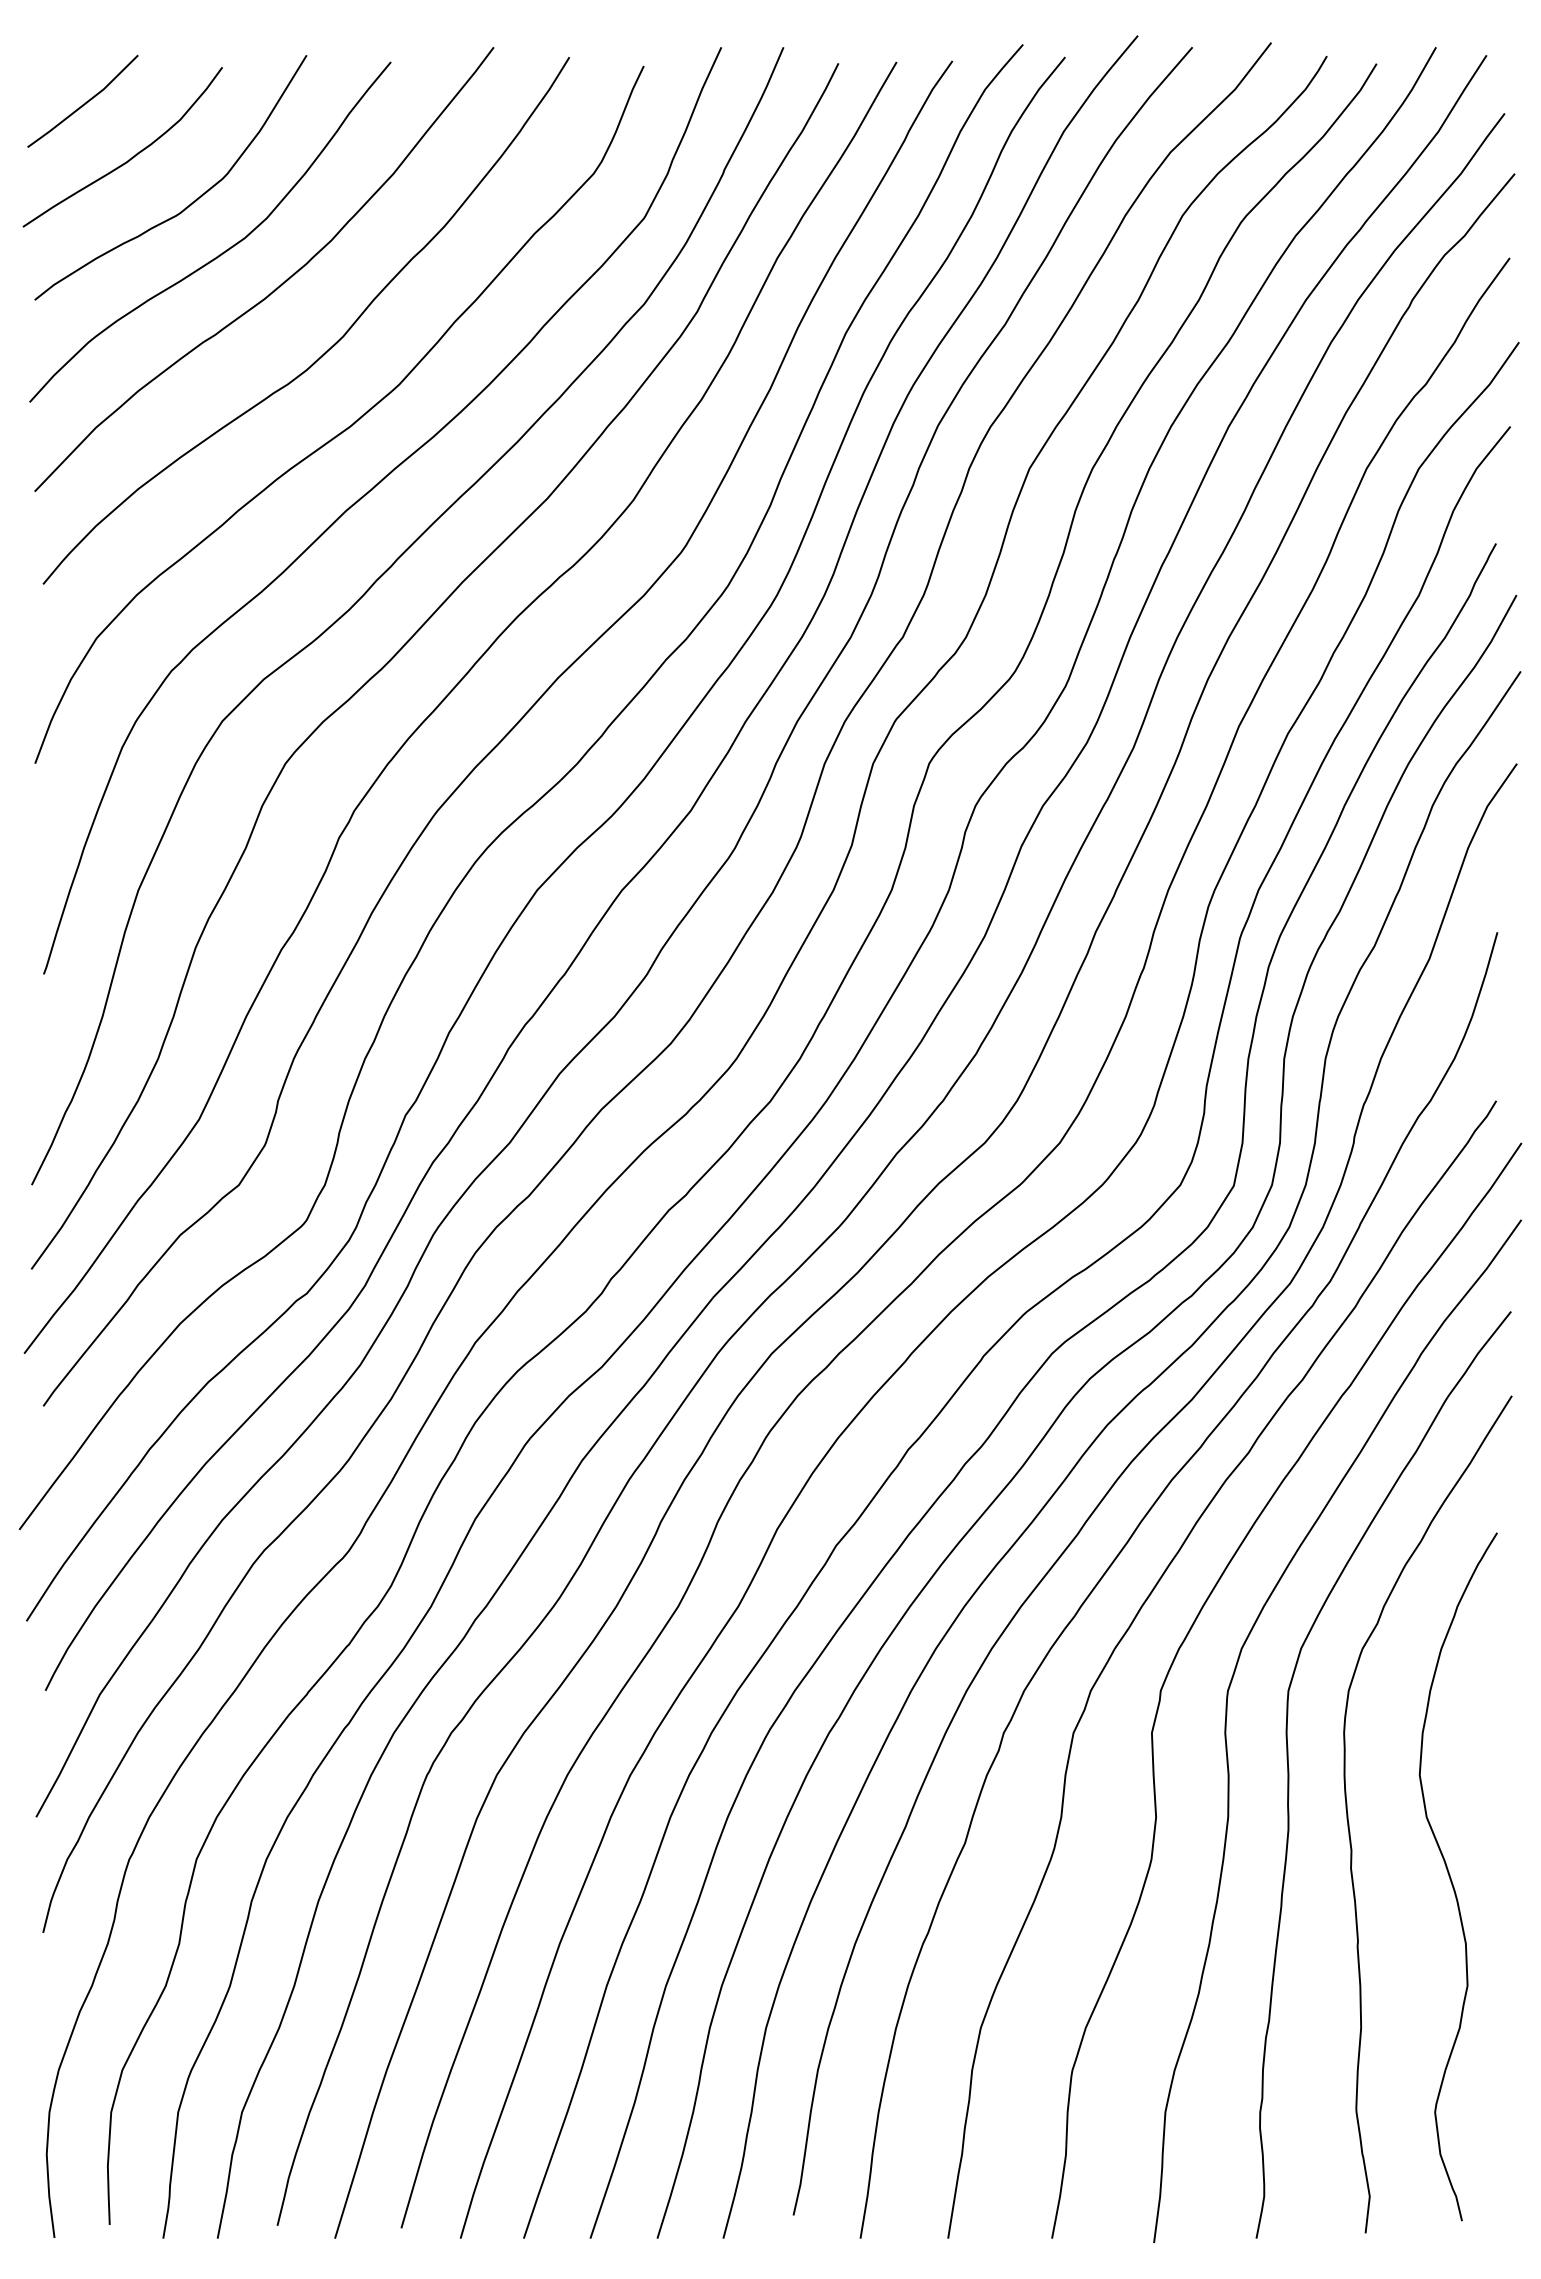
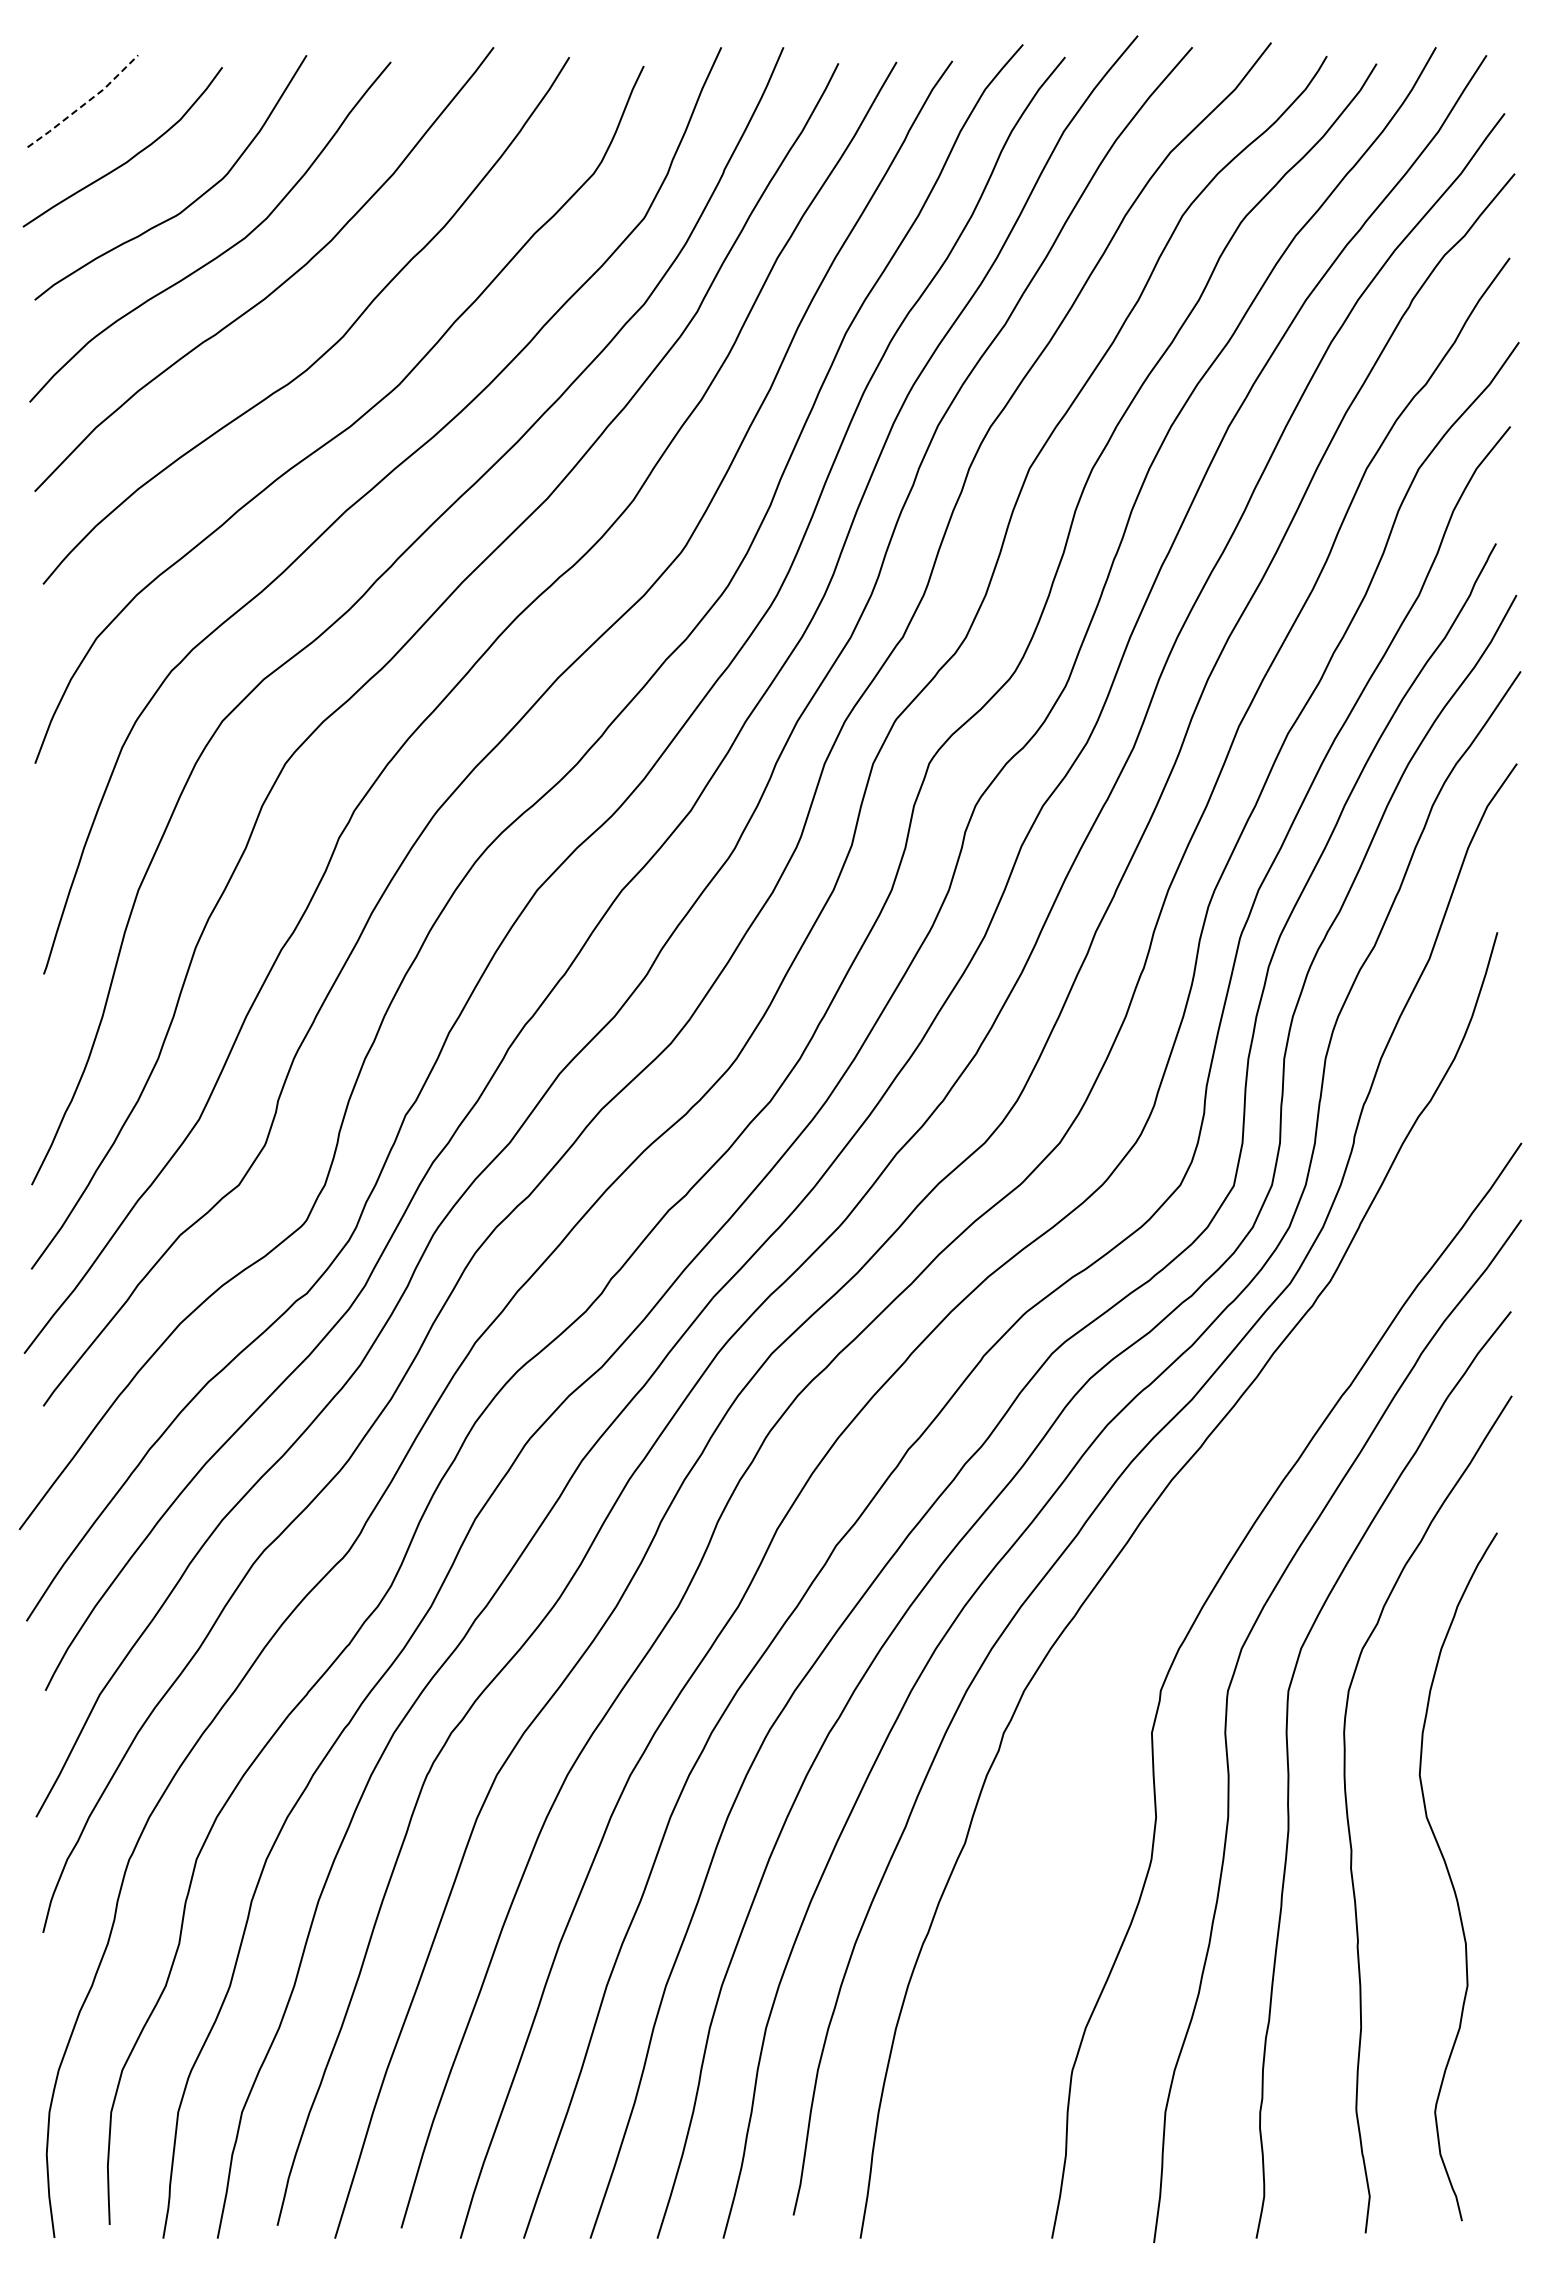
line at (84, 104): solid -> dashed
curve at (1135, 1619): present -> none
